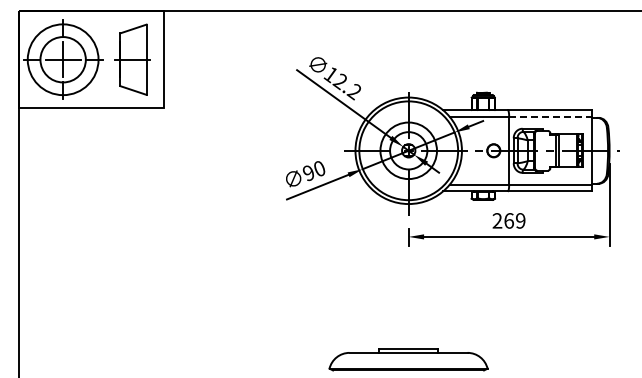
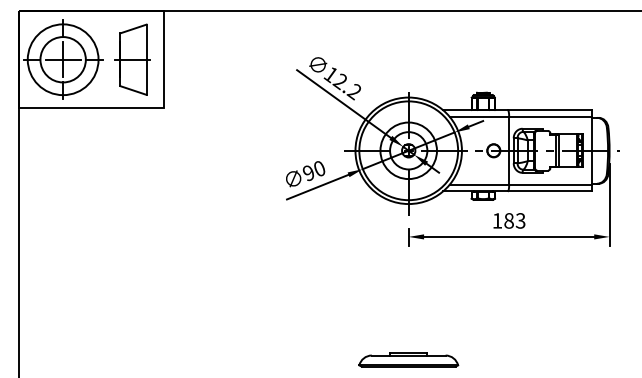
line at (551, 116): dashed -> solid
text at (508, 220): 269 -> 183
part at (408, 359) size: 161x24 px -> 102x16 px
